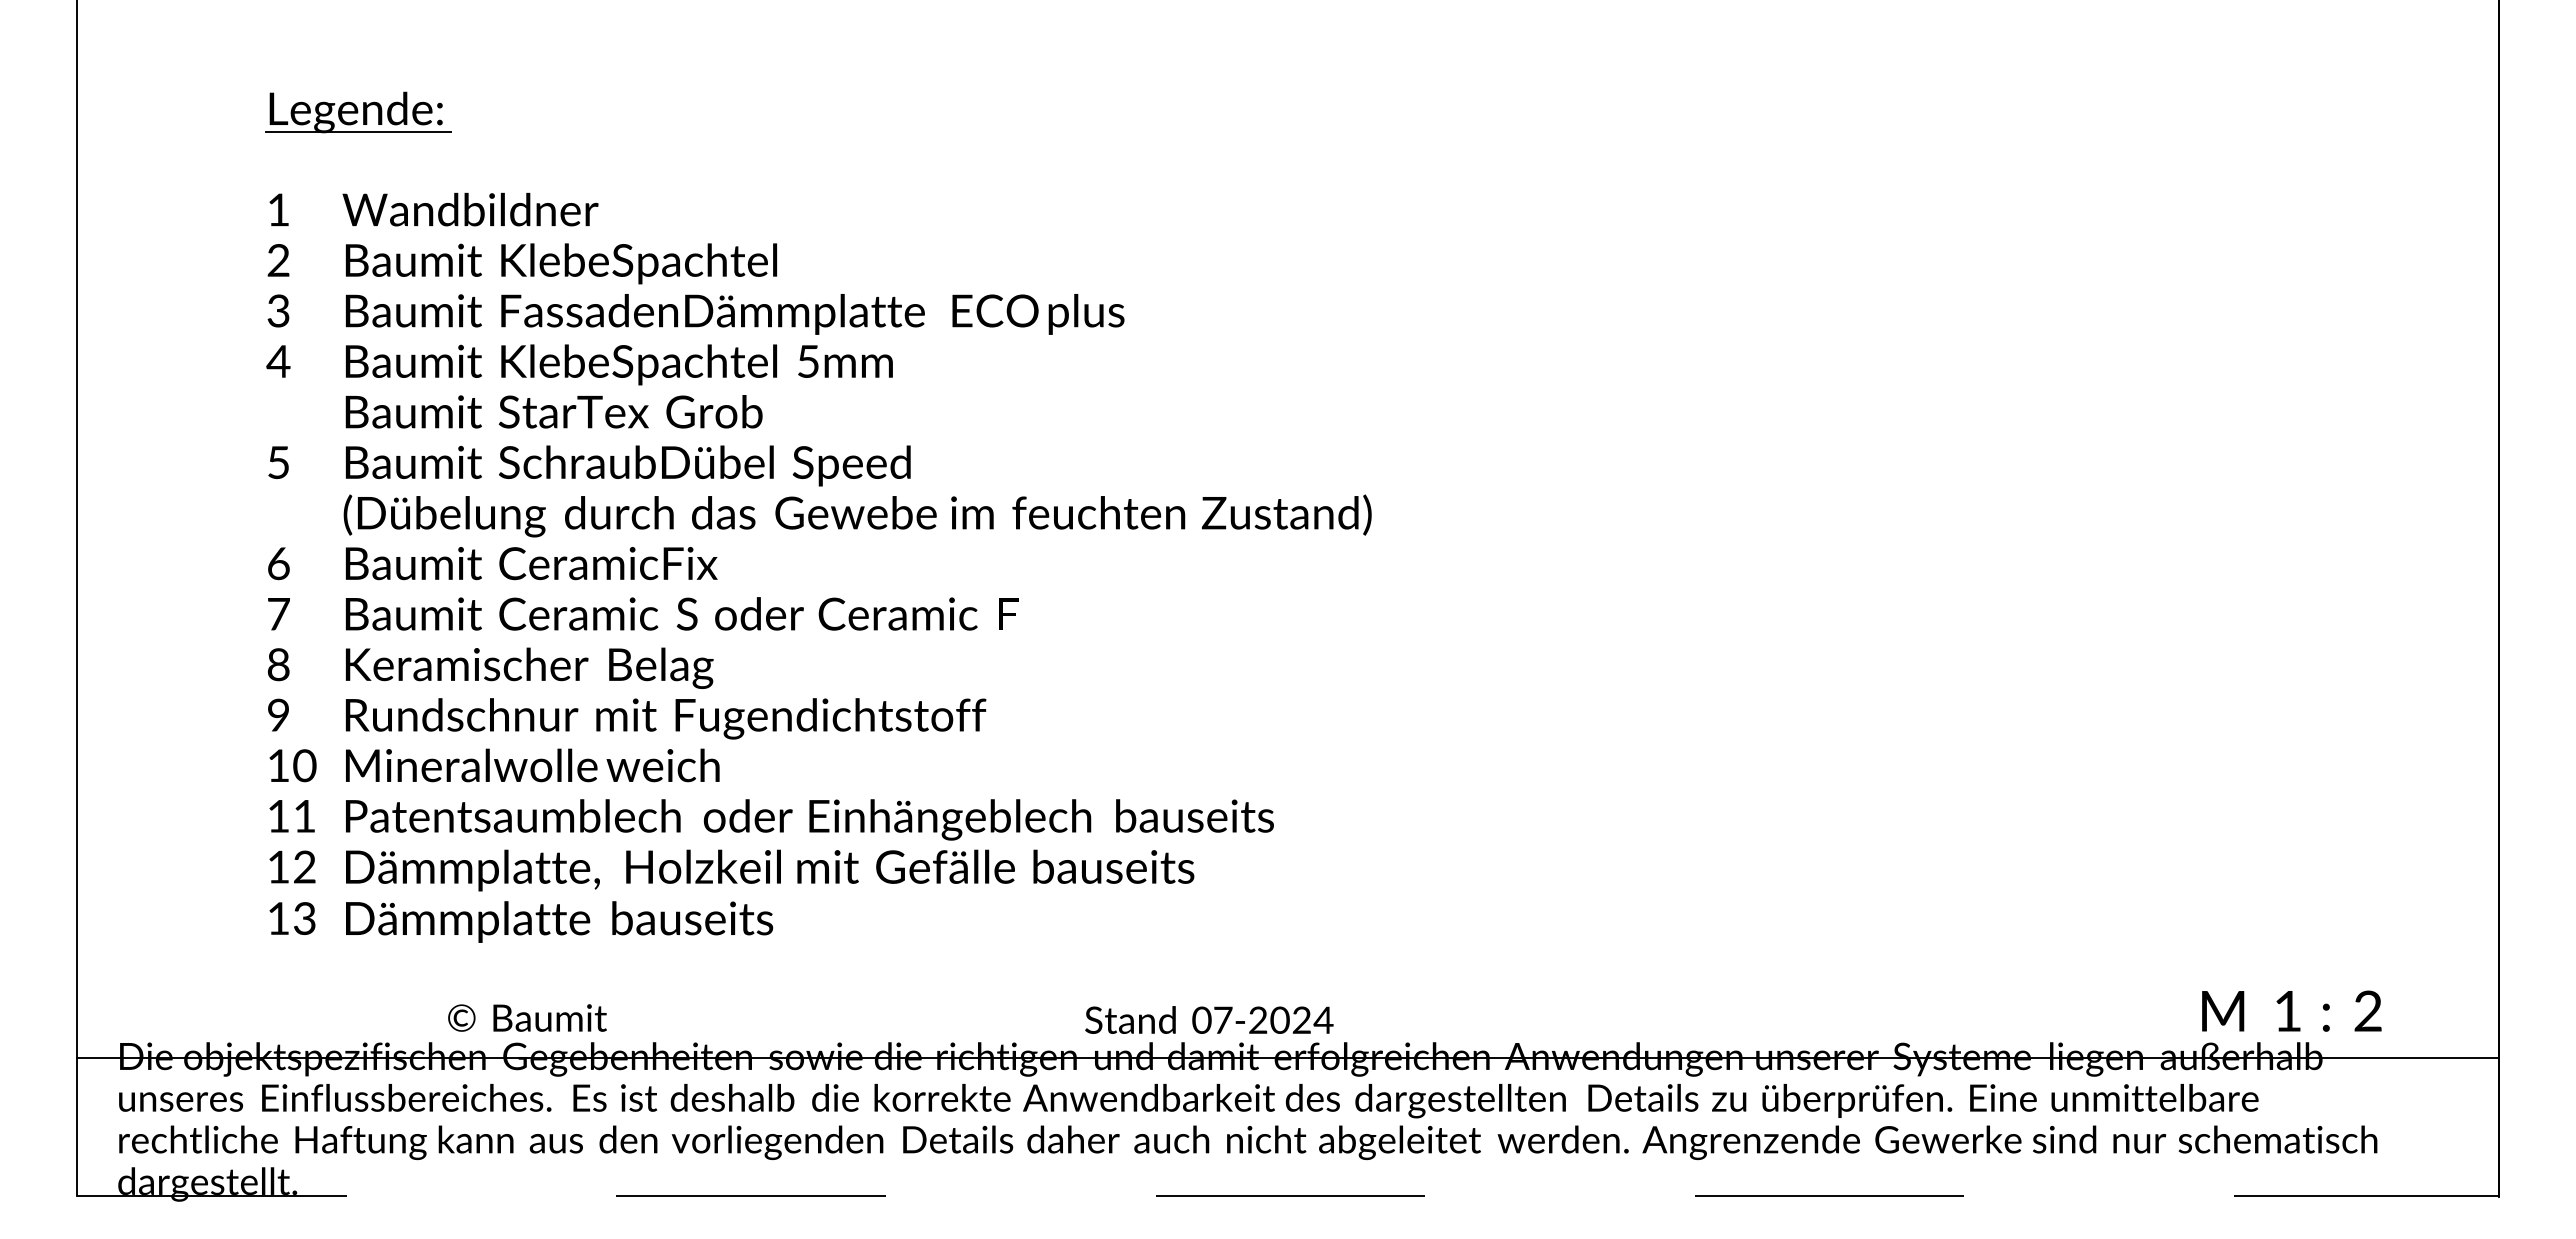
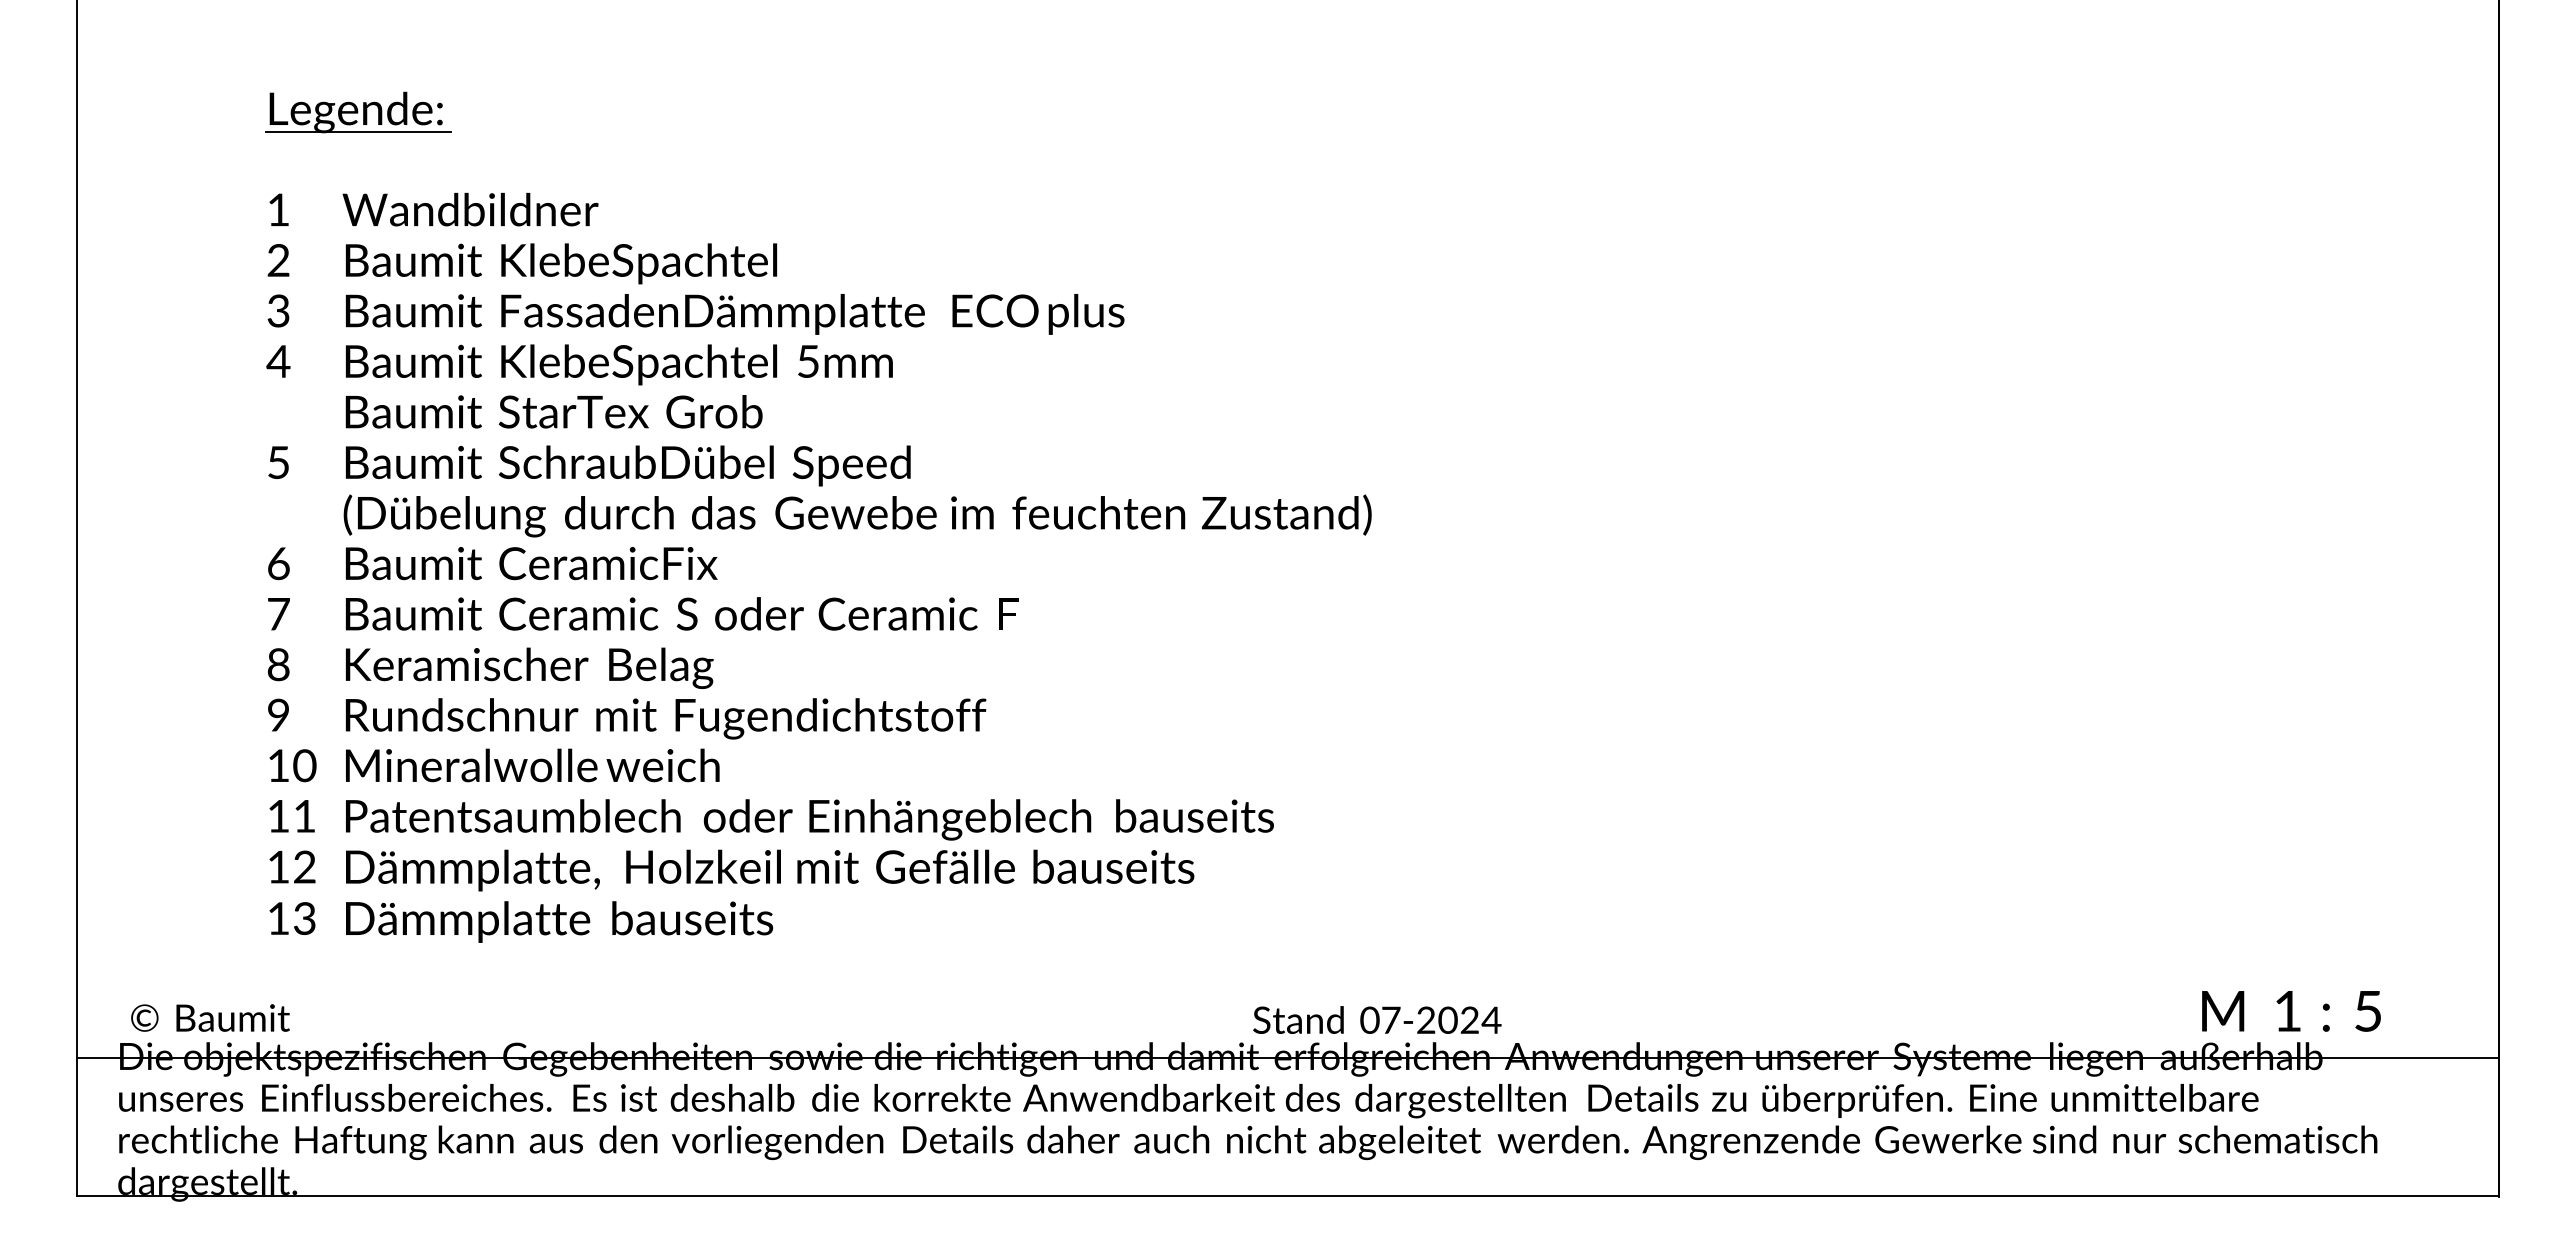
text at (2367, 1010): 2 -> 5
text at (527, 1017) position: (527, 1017) -> (210, 1017)
text at (1209, 1019) position: (1209, 1019) -> (1377, 1019)
line at (1288, 1196): dashed -> solid
